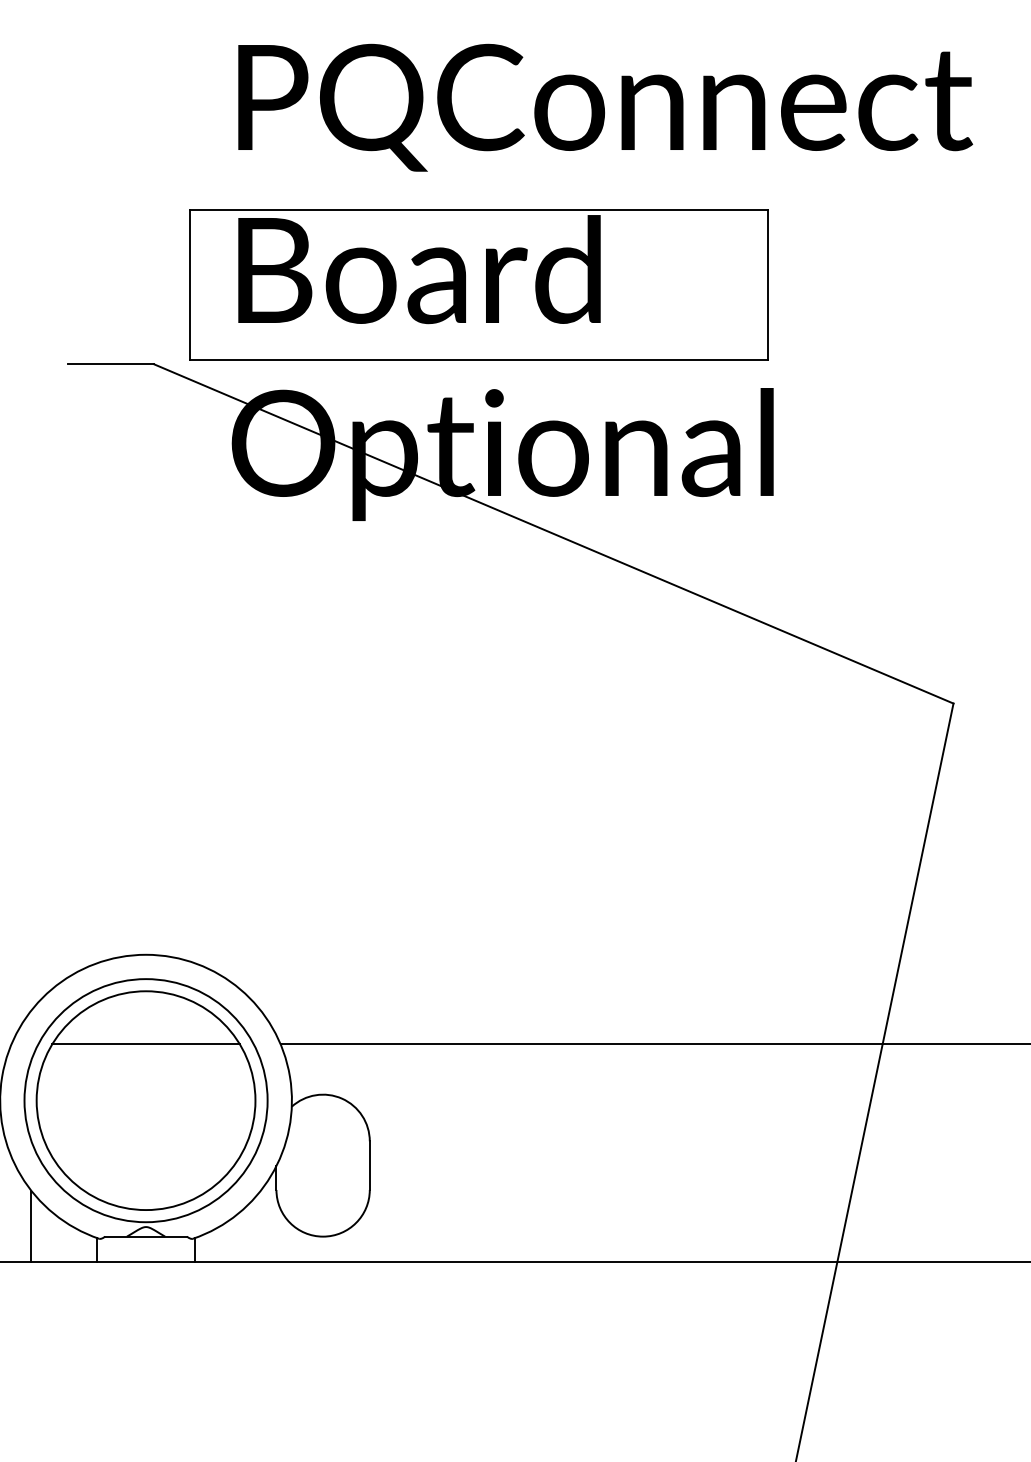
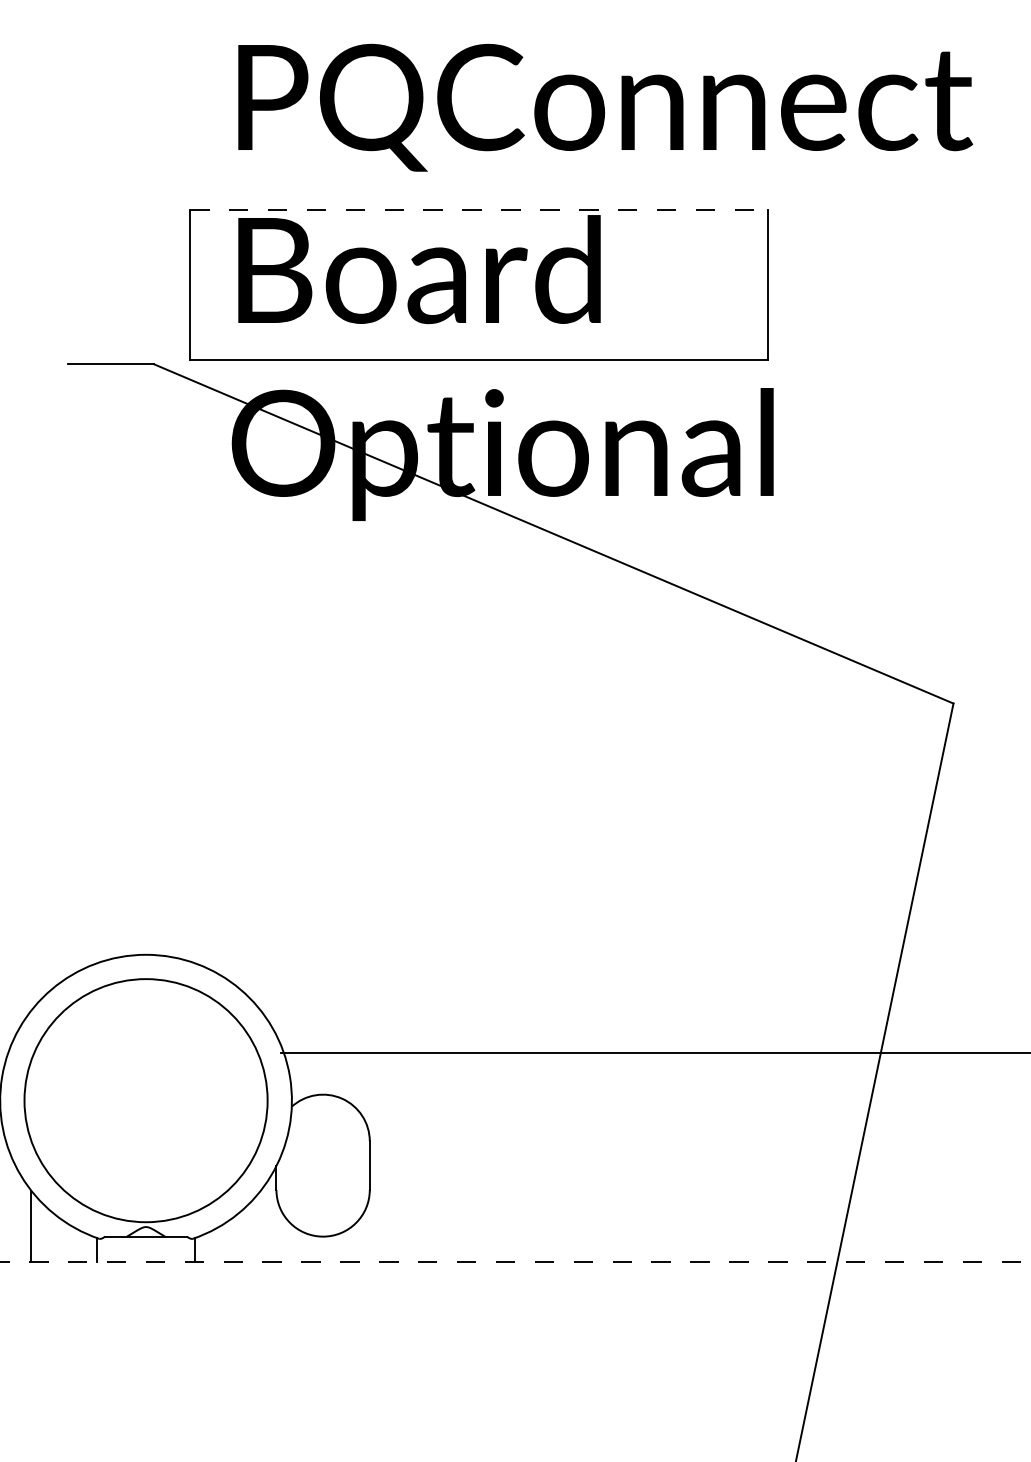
line at (479, 210): solid -> dashed
line at (653, 1044) position: (653, 1044) -> (653, 1053)
part at (145, 1100): present -> none
line at (515, 1261): solid -> dashed
